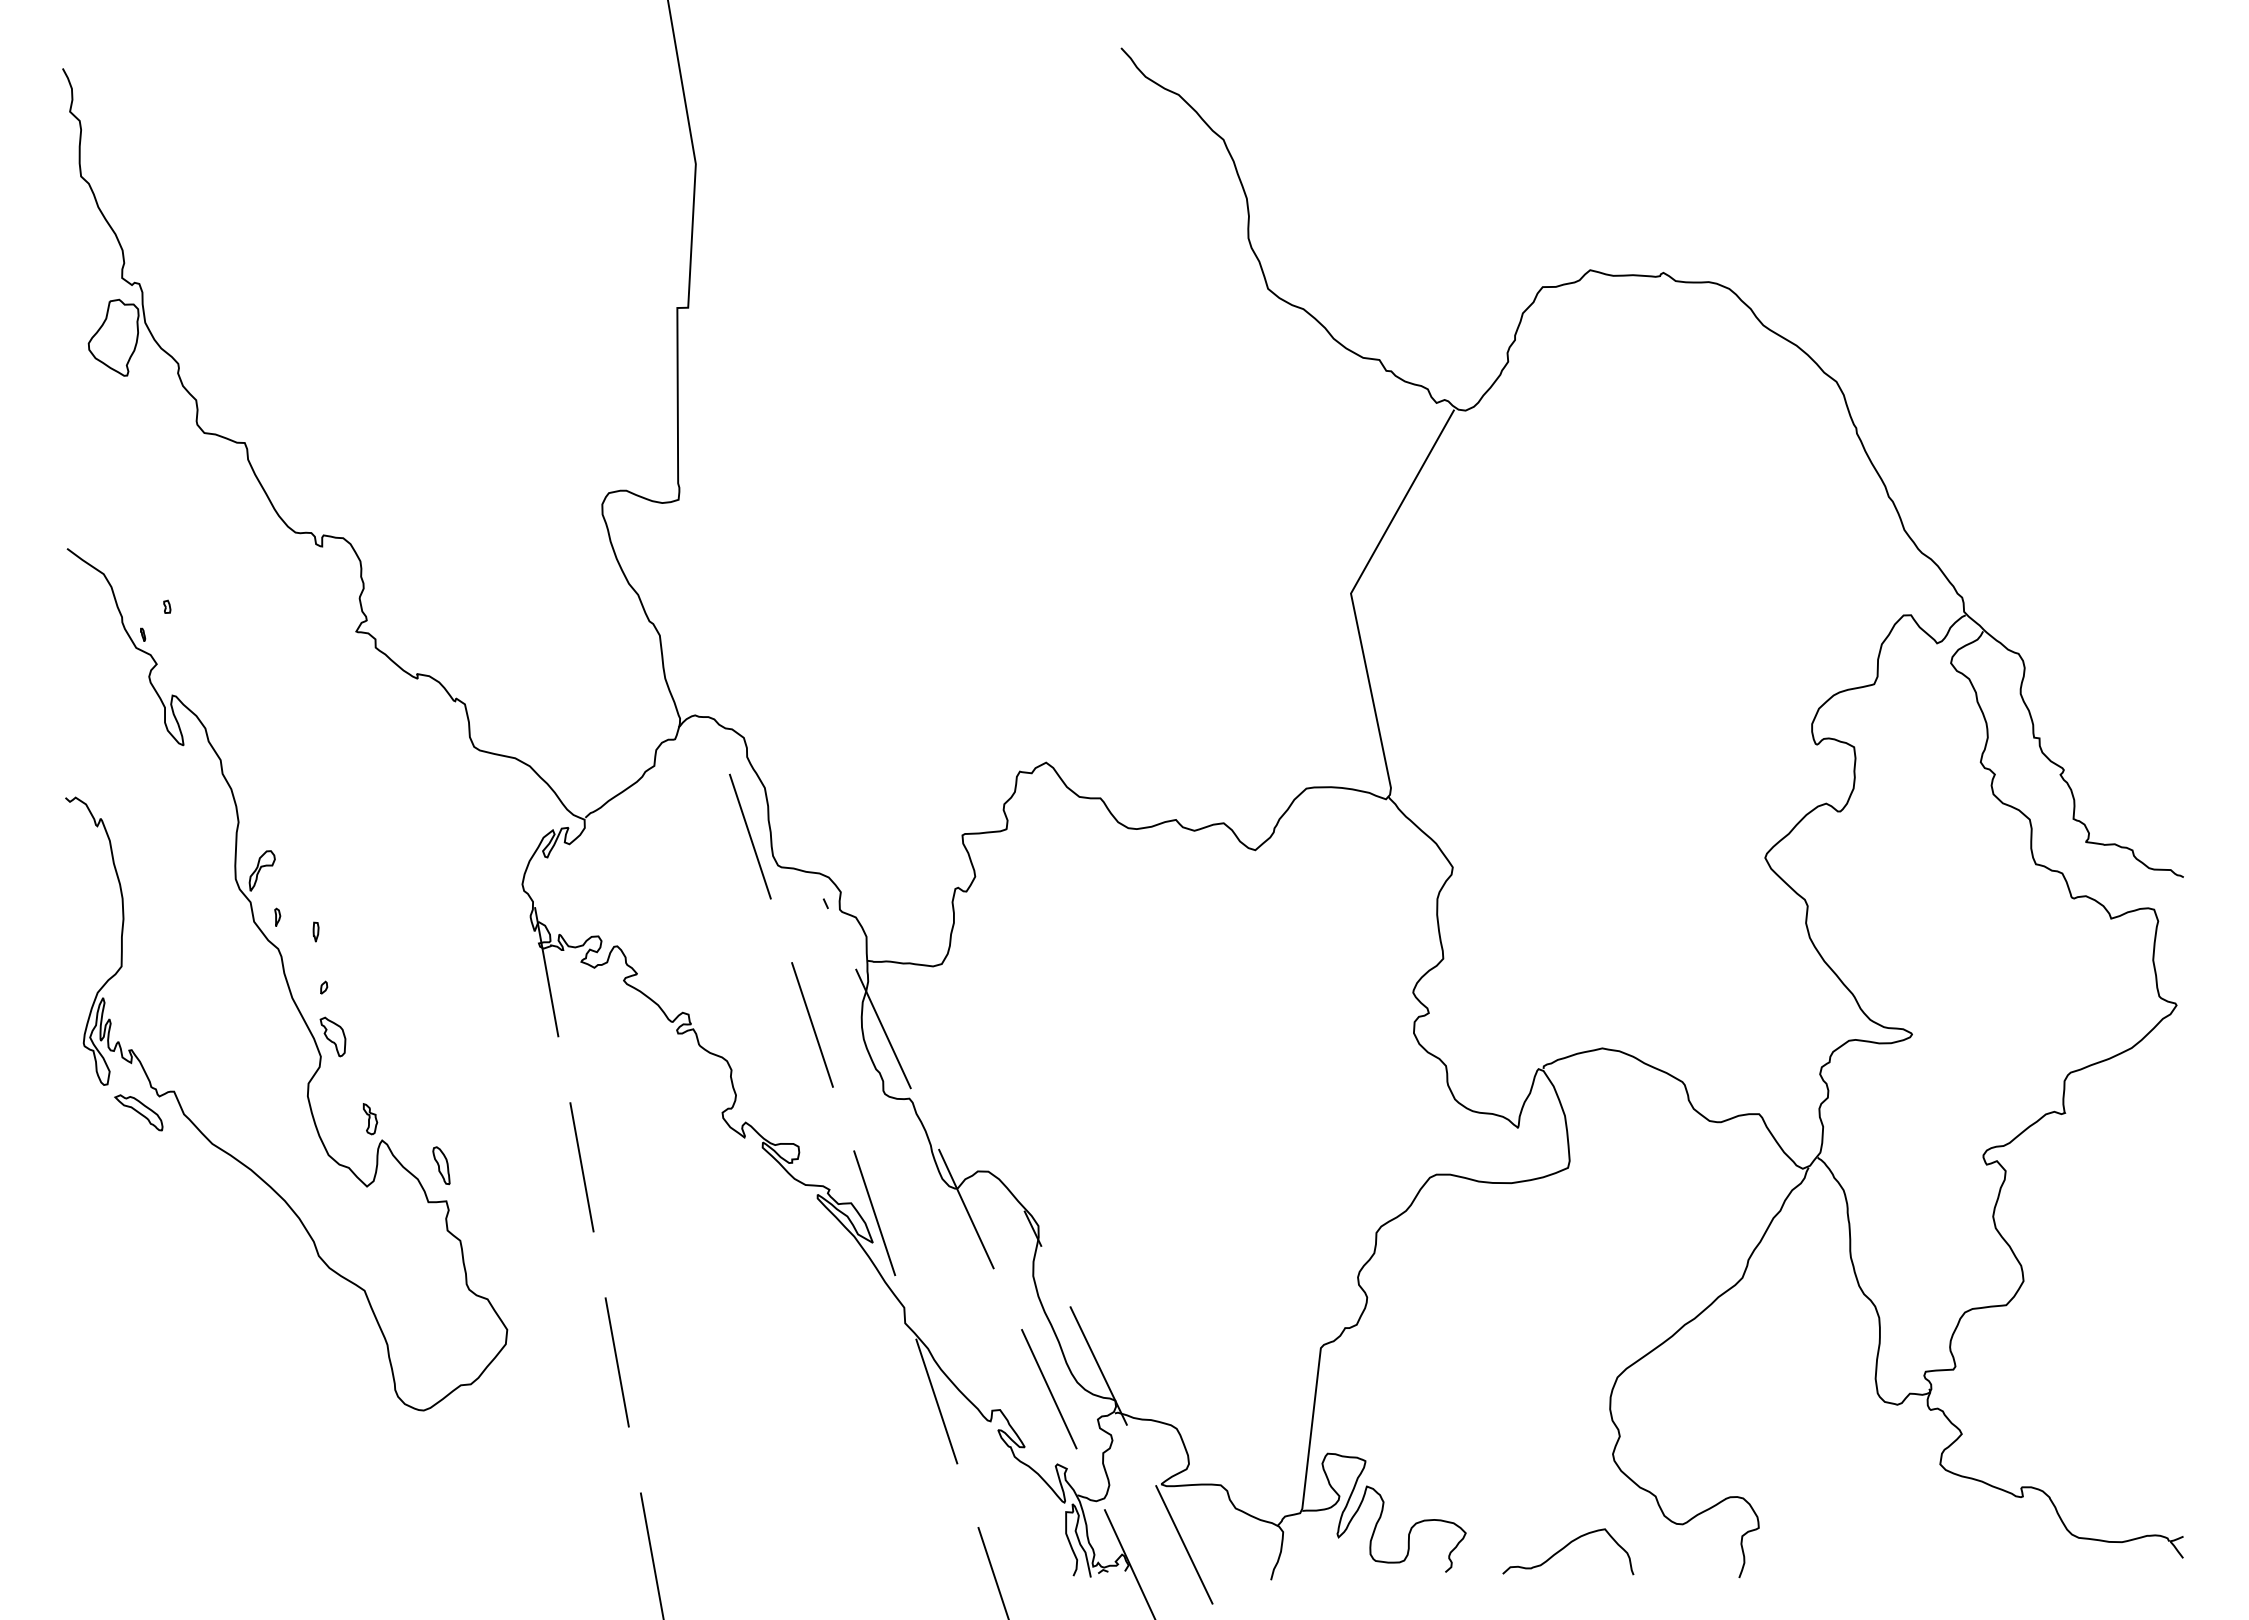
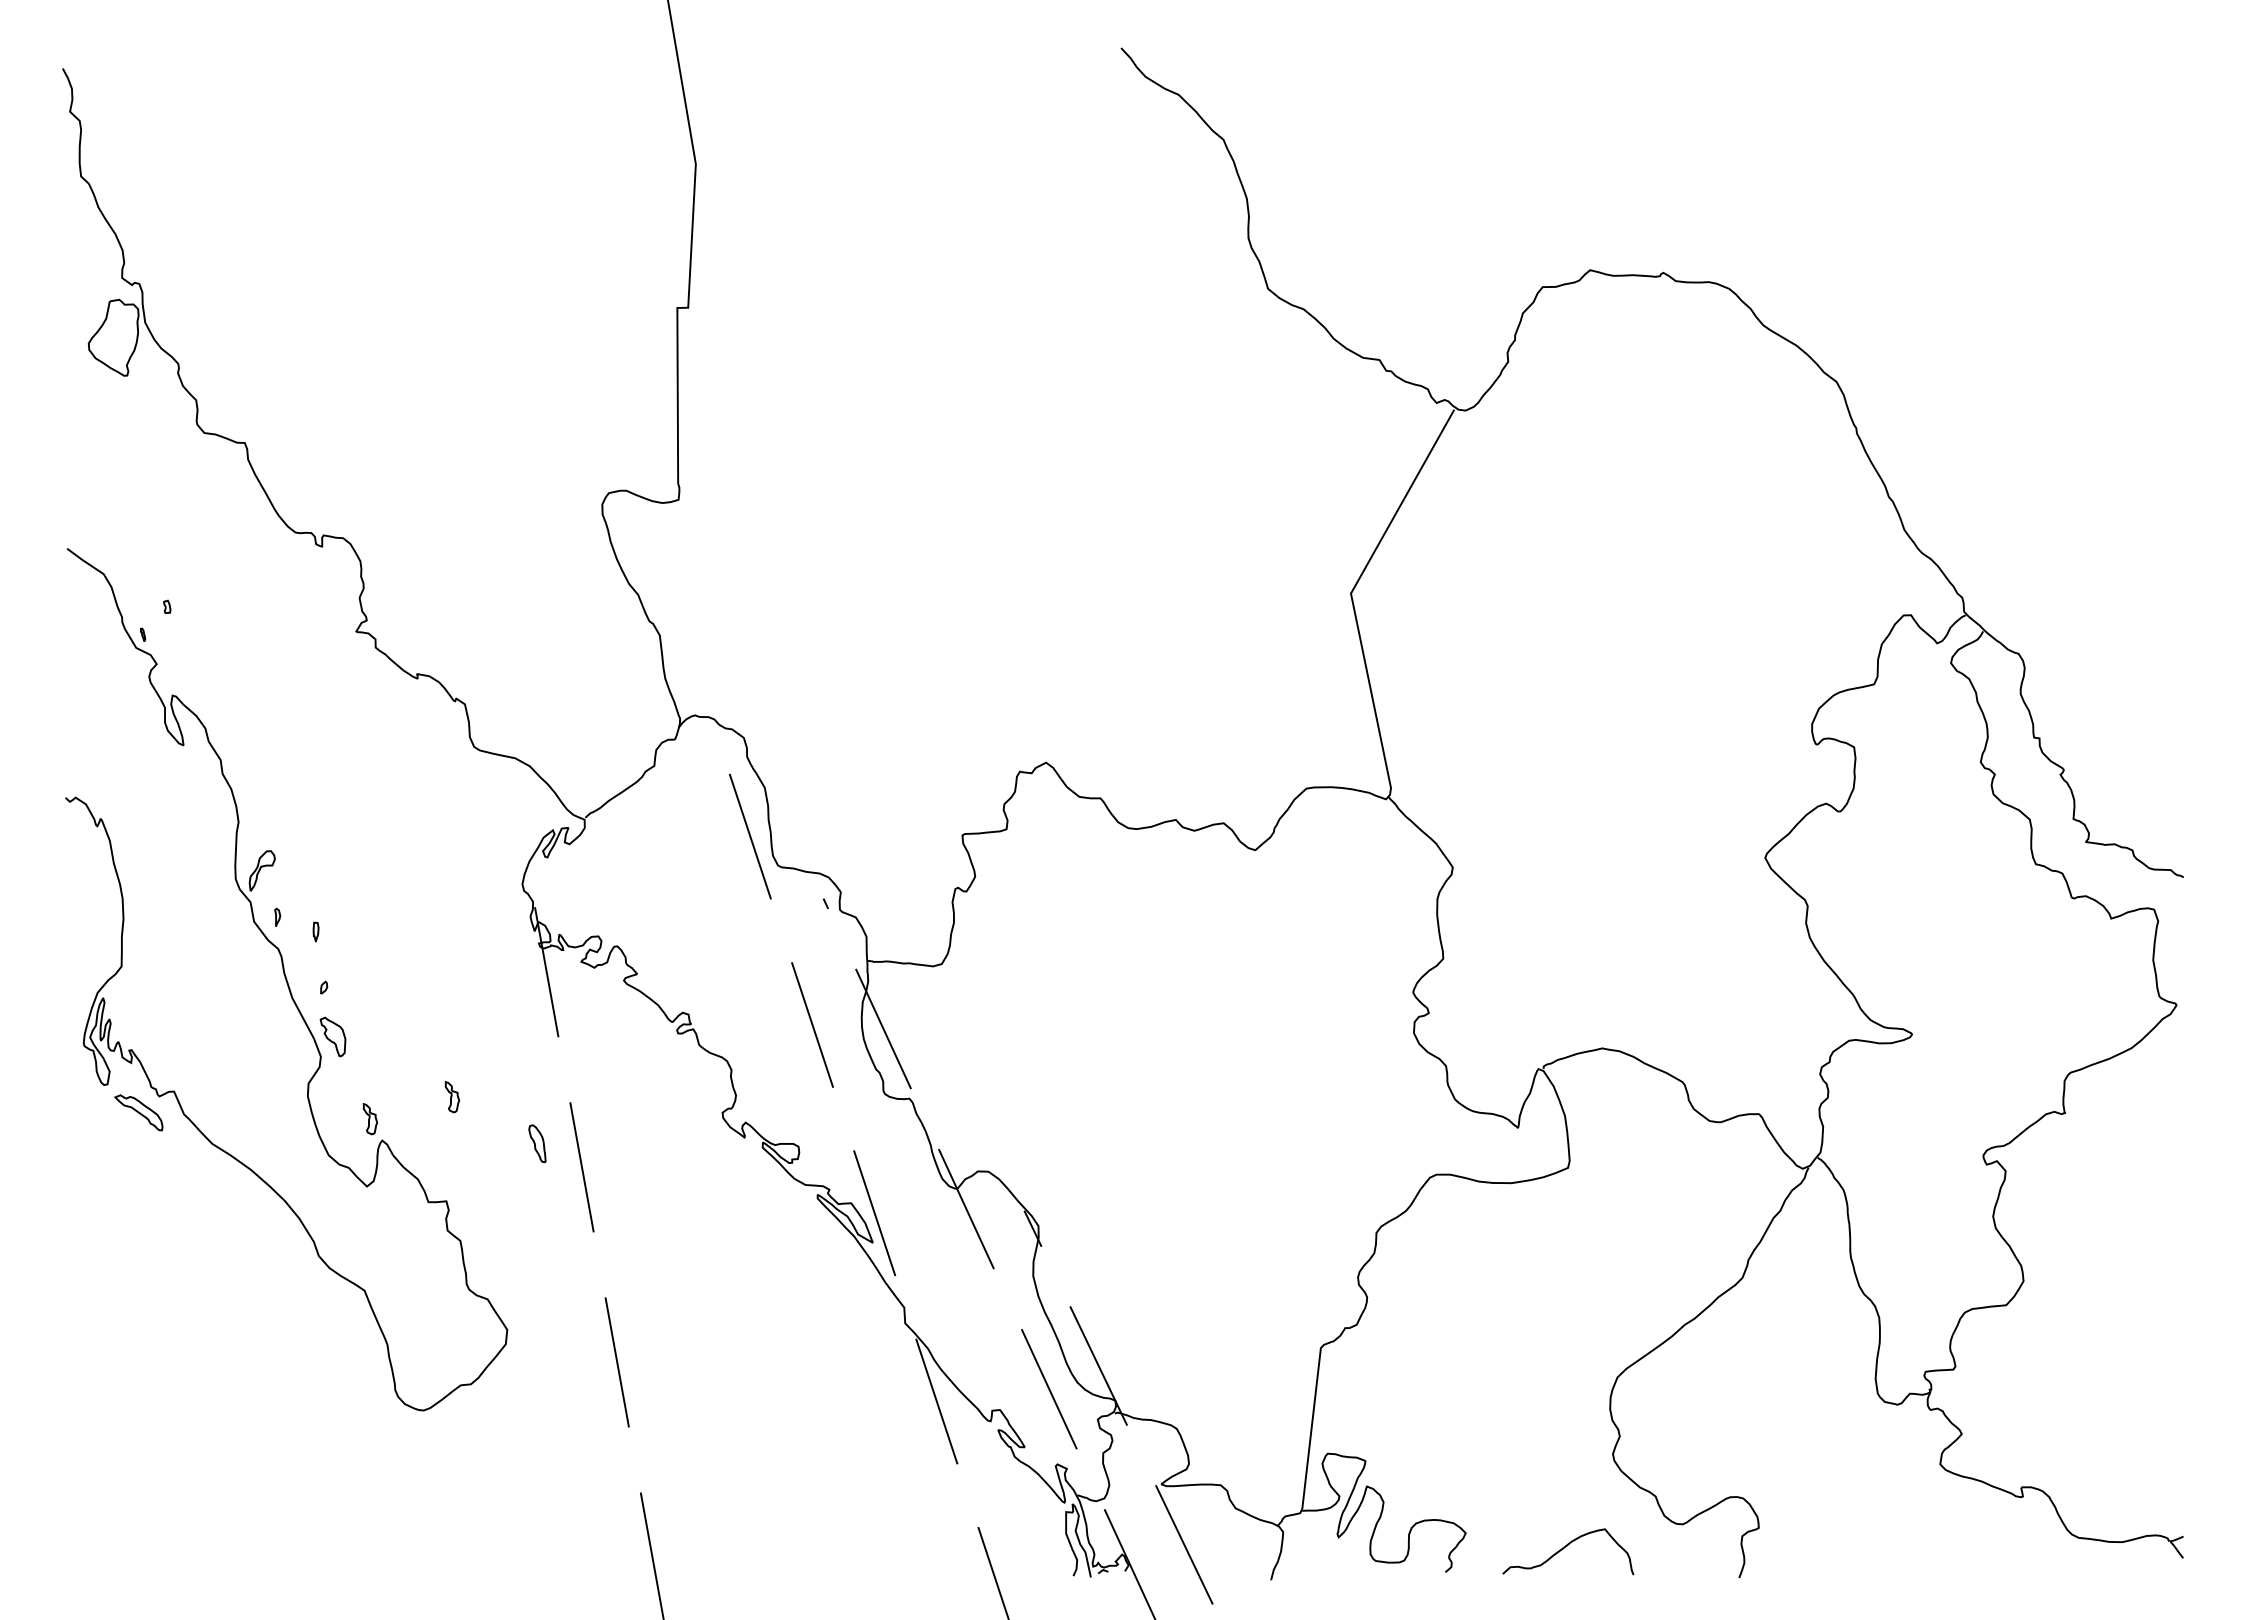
part at (452, 1097): none -> present
part at (441, 1165) position: (441, 1165) -> (537, 1143)
